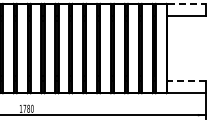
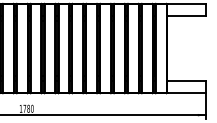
line at (186, 3): dashed -> solid
line at (186, 81): dashed -> solid
